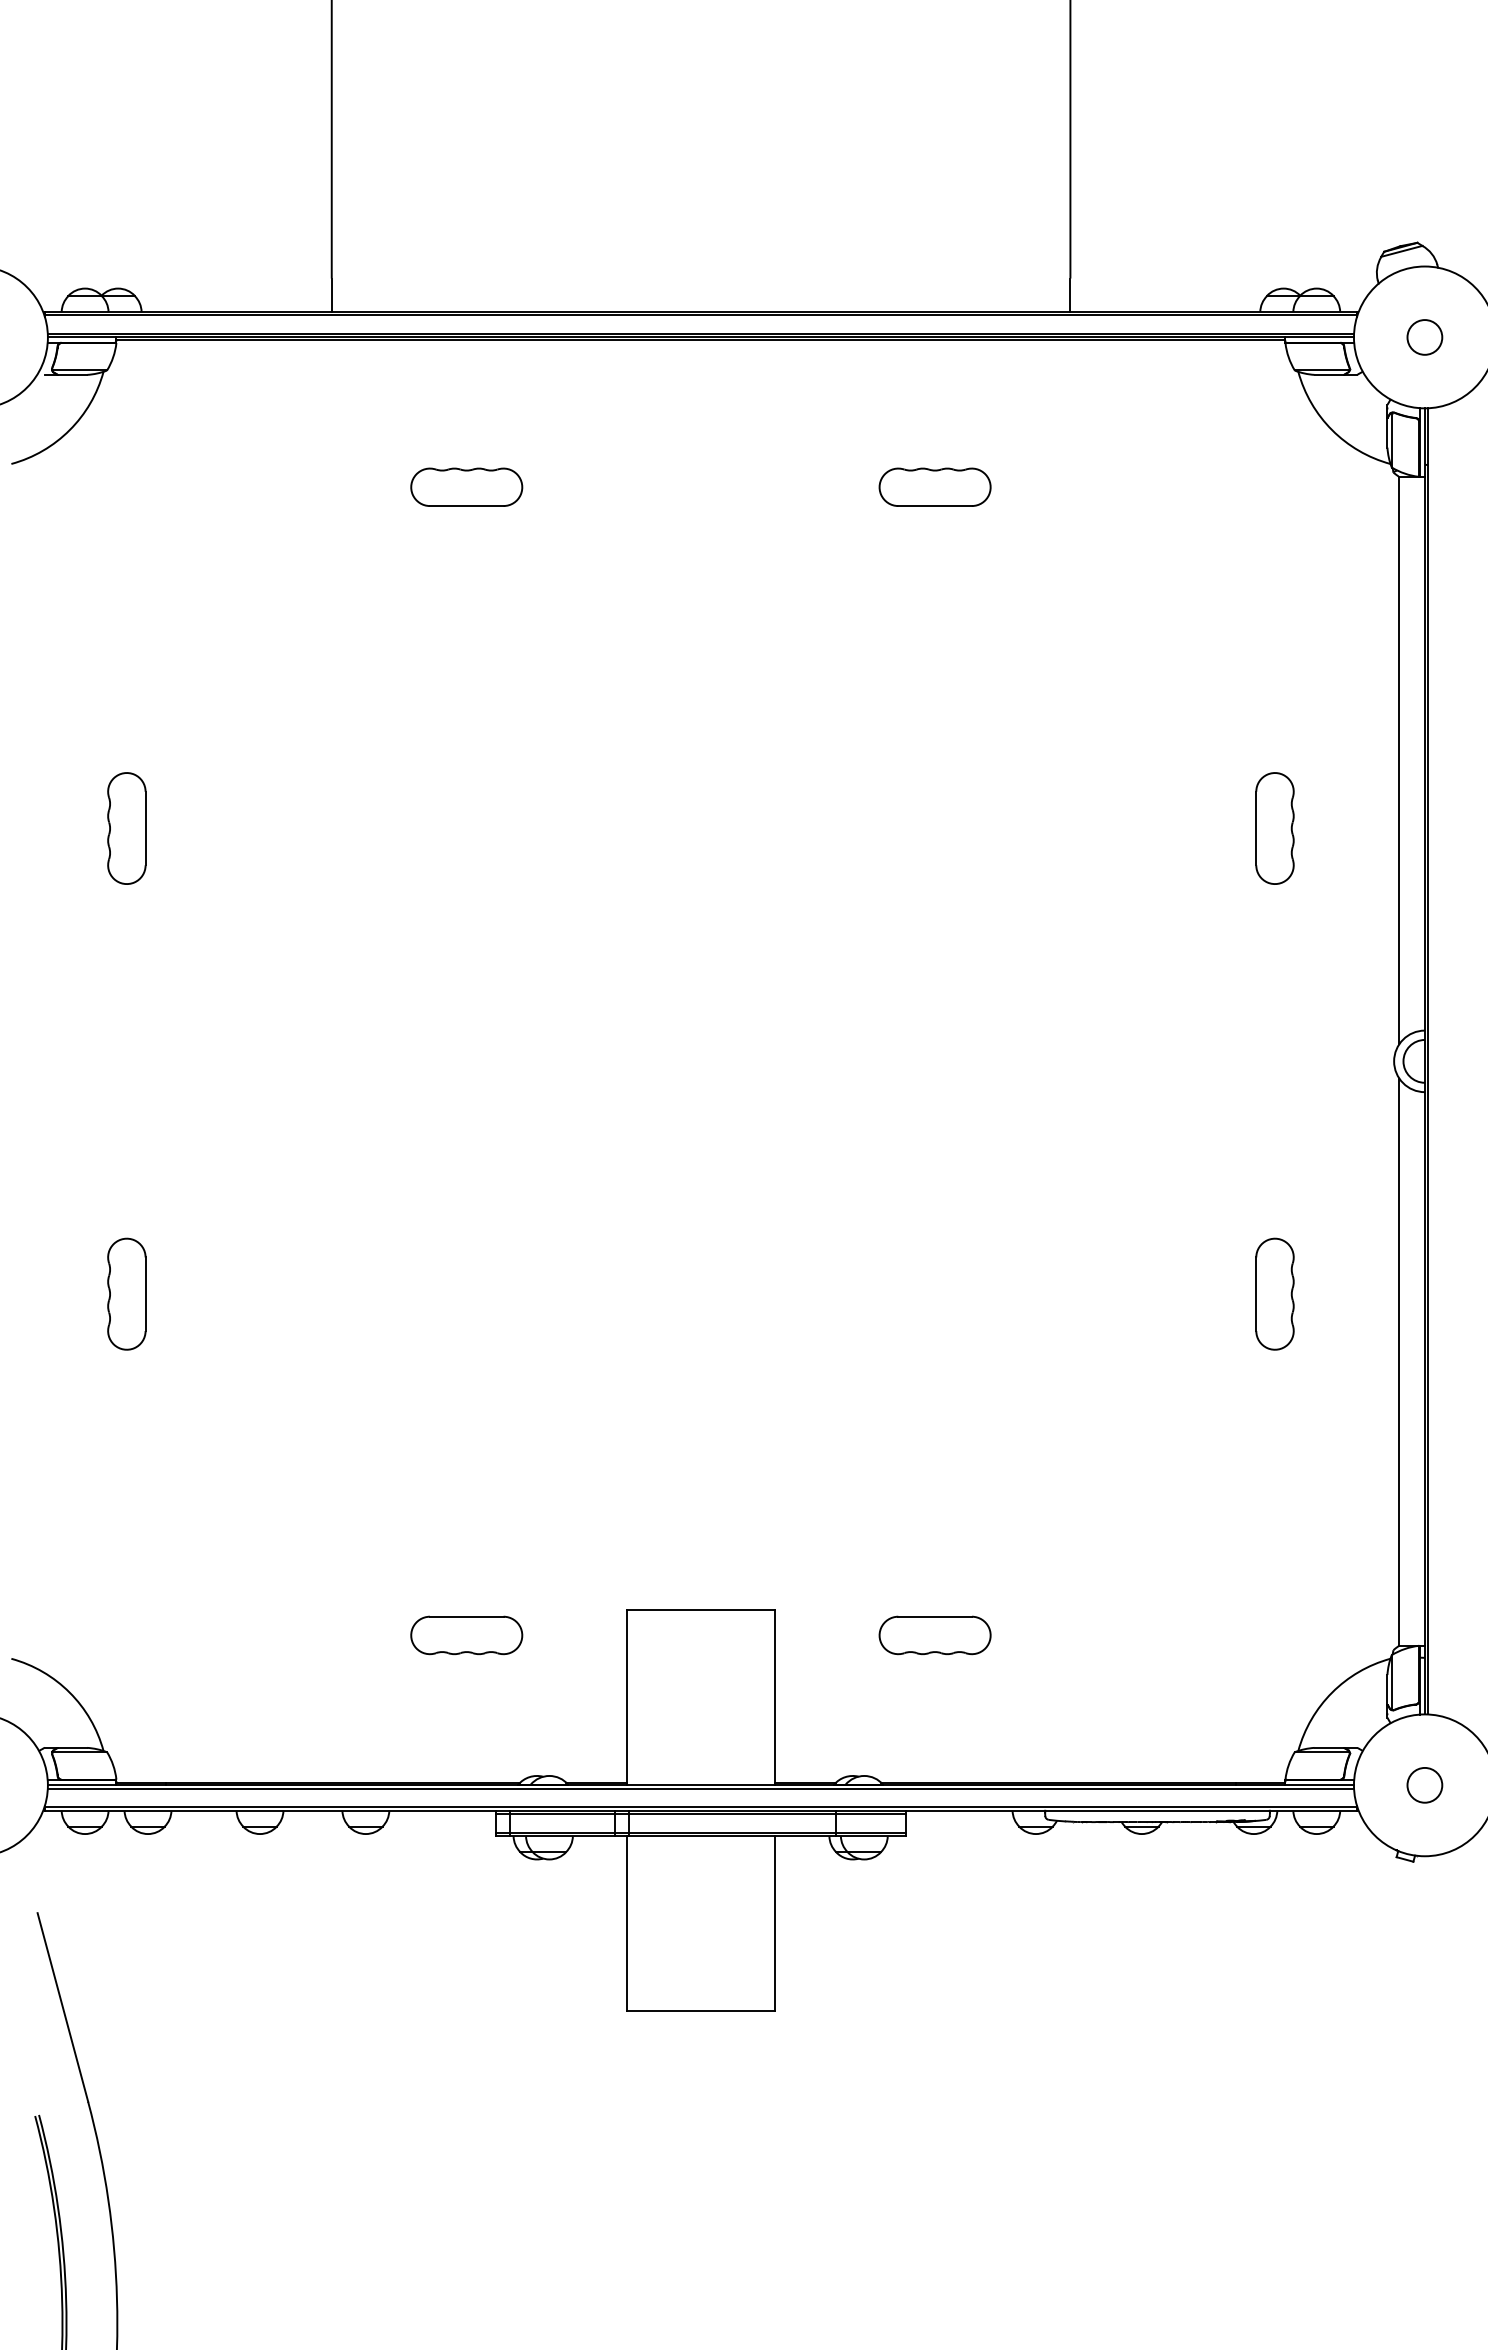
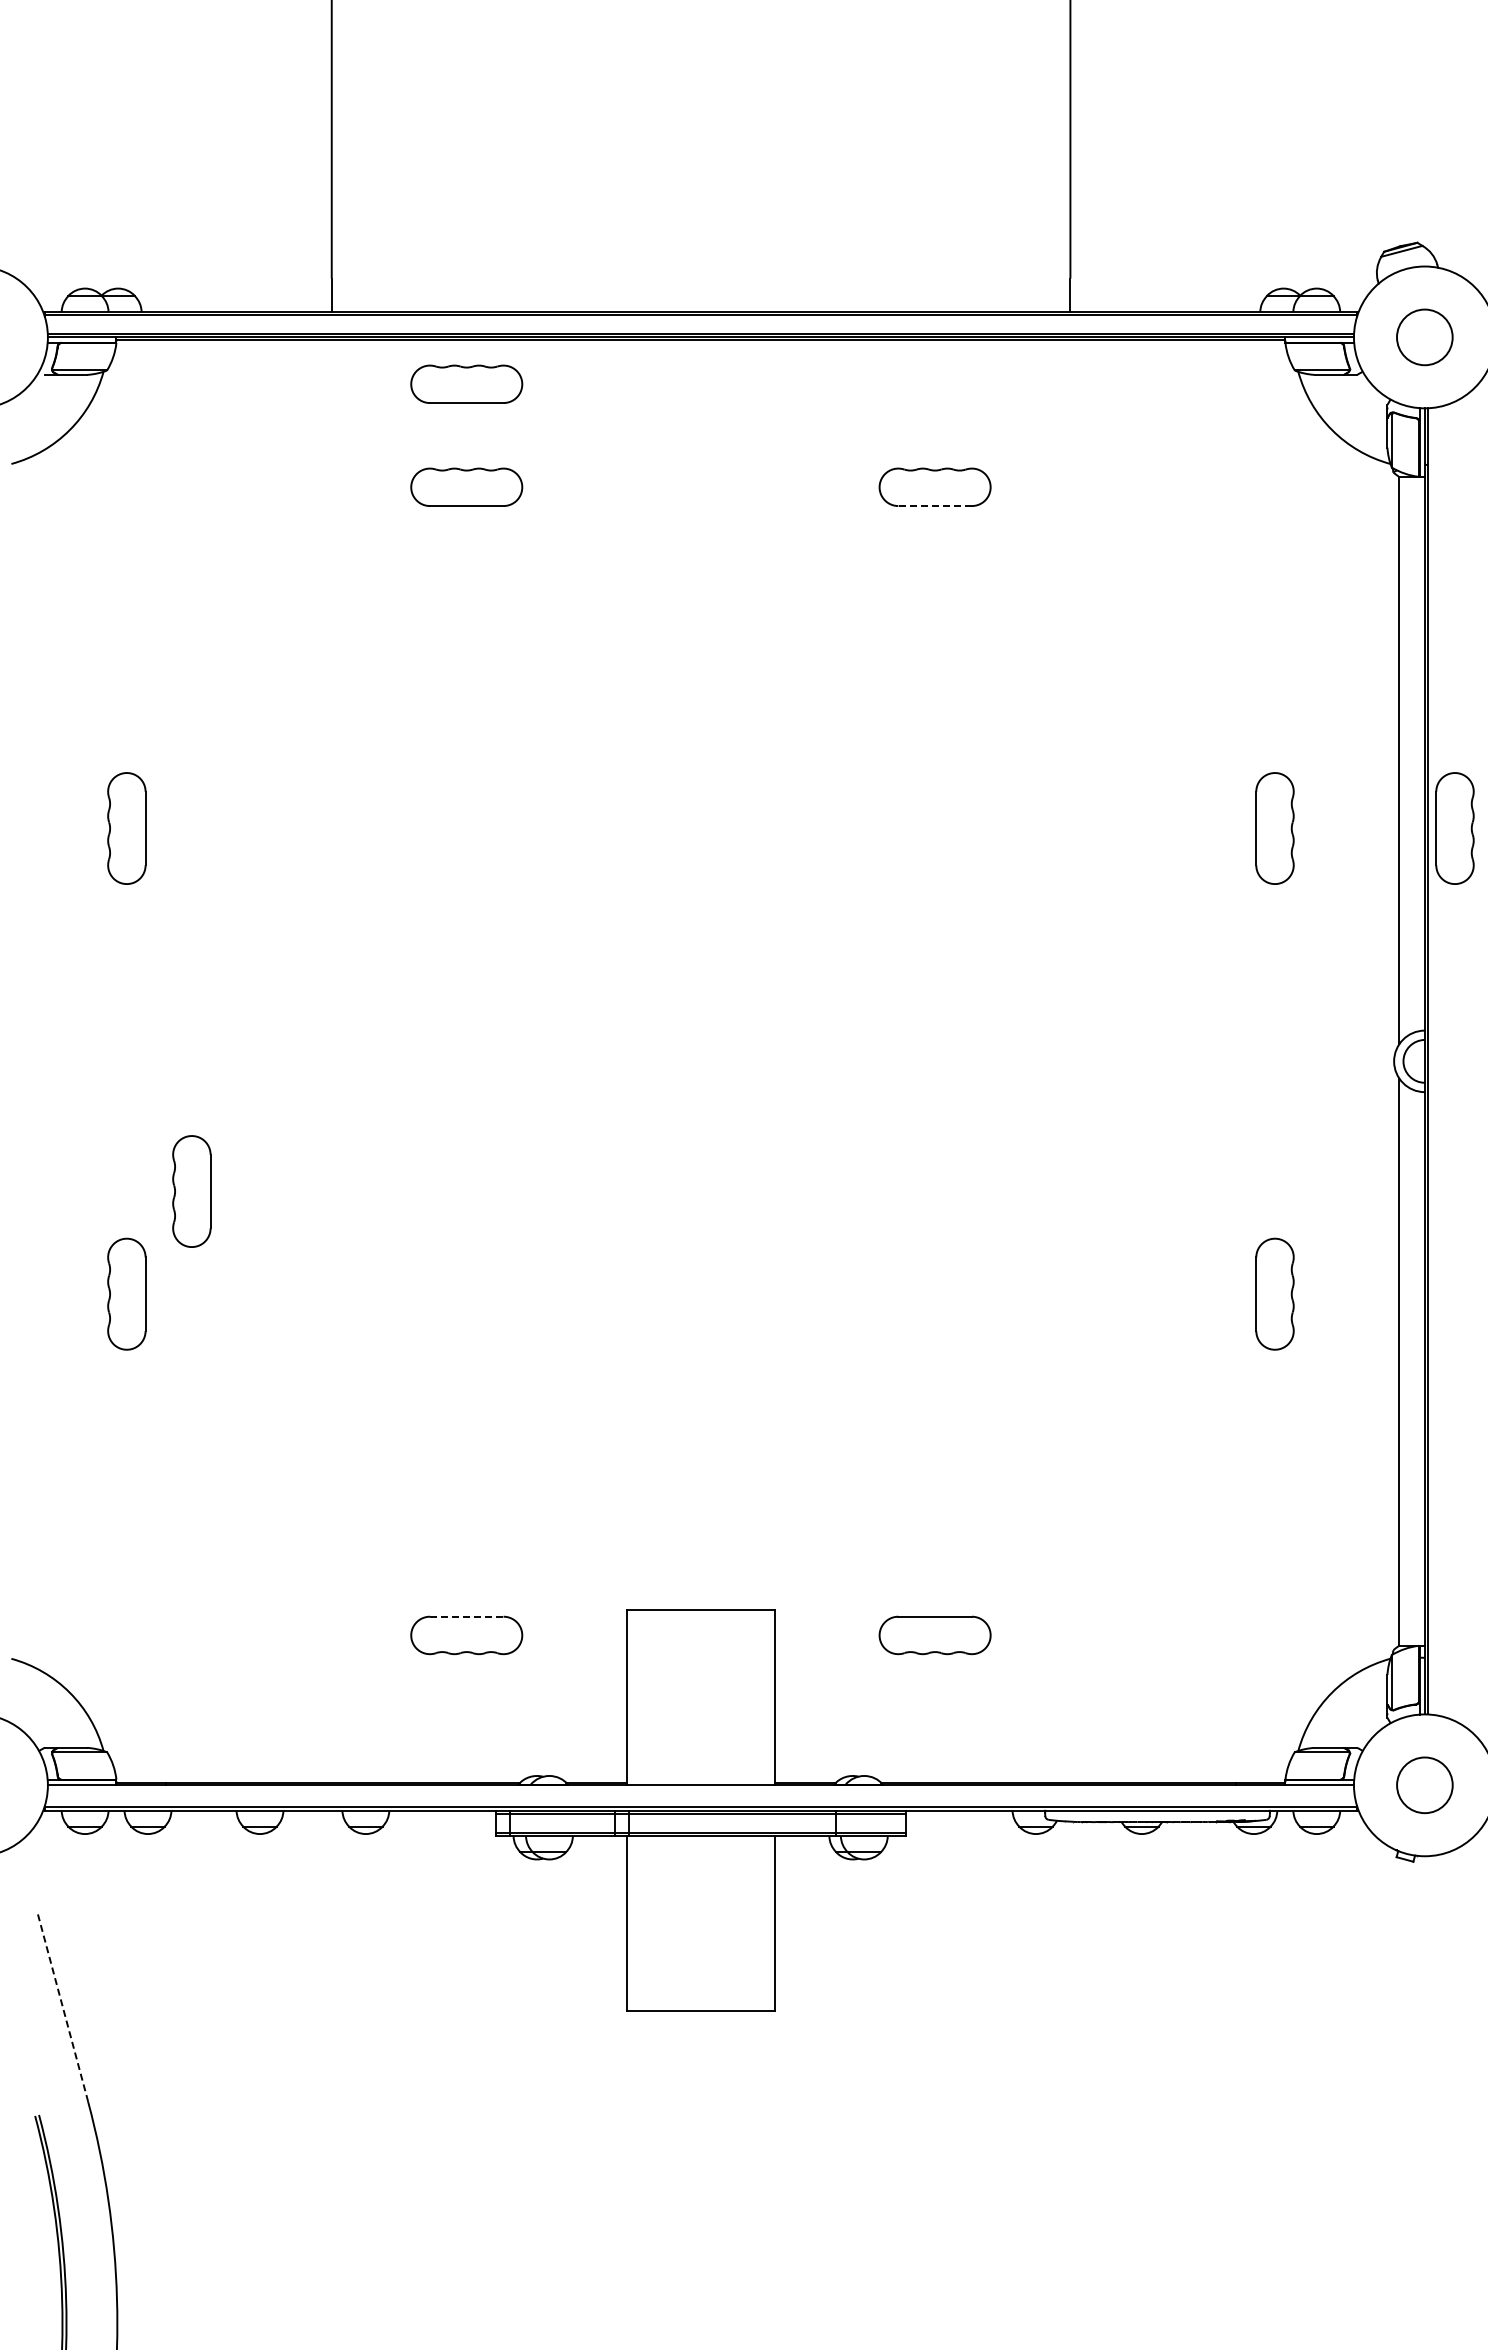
circle at (1424, 337) size: 38x37 px -> 58x59 px
part at (466, 383): none -> present
line at (935, 506): solid -> dashed
part at (1454, 828): none -> present
part at (191, 1191): none -> present
line at (466, 1616): solid -> dashed
circle at (1424, 1784) diameter: 35 px -> 56 px
line at (700, 1788): present -> none
line at (62, 2007): solid -> dashed
